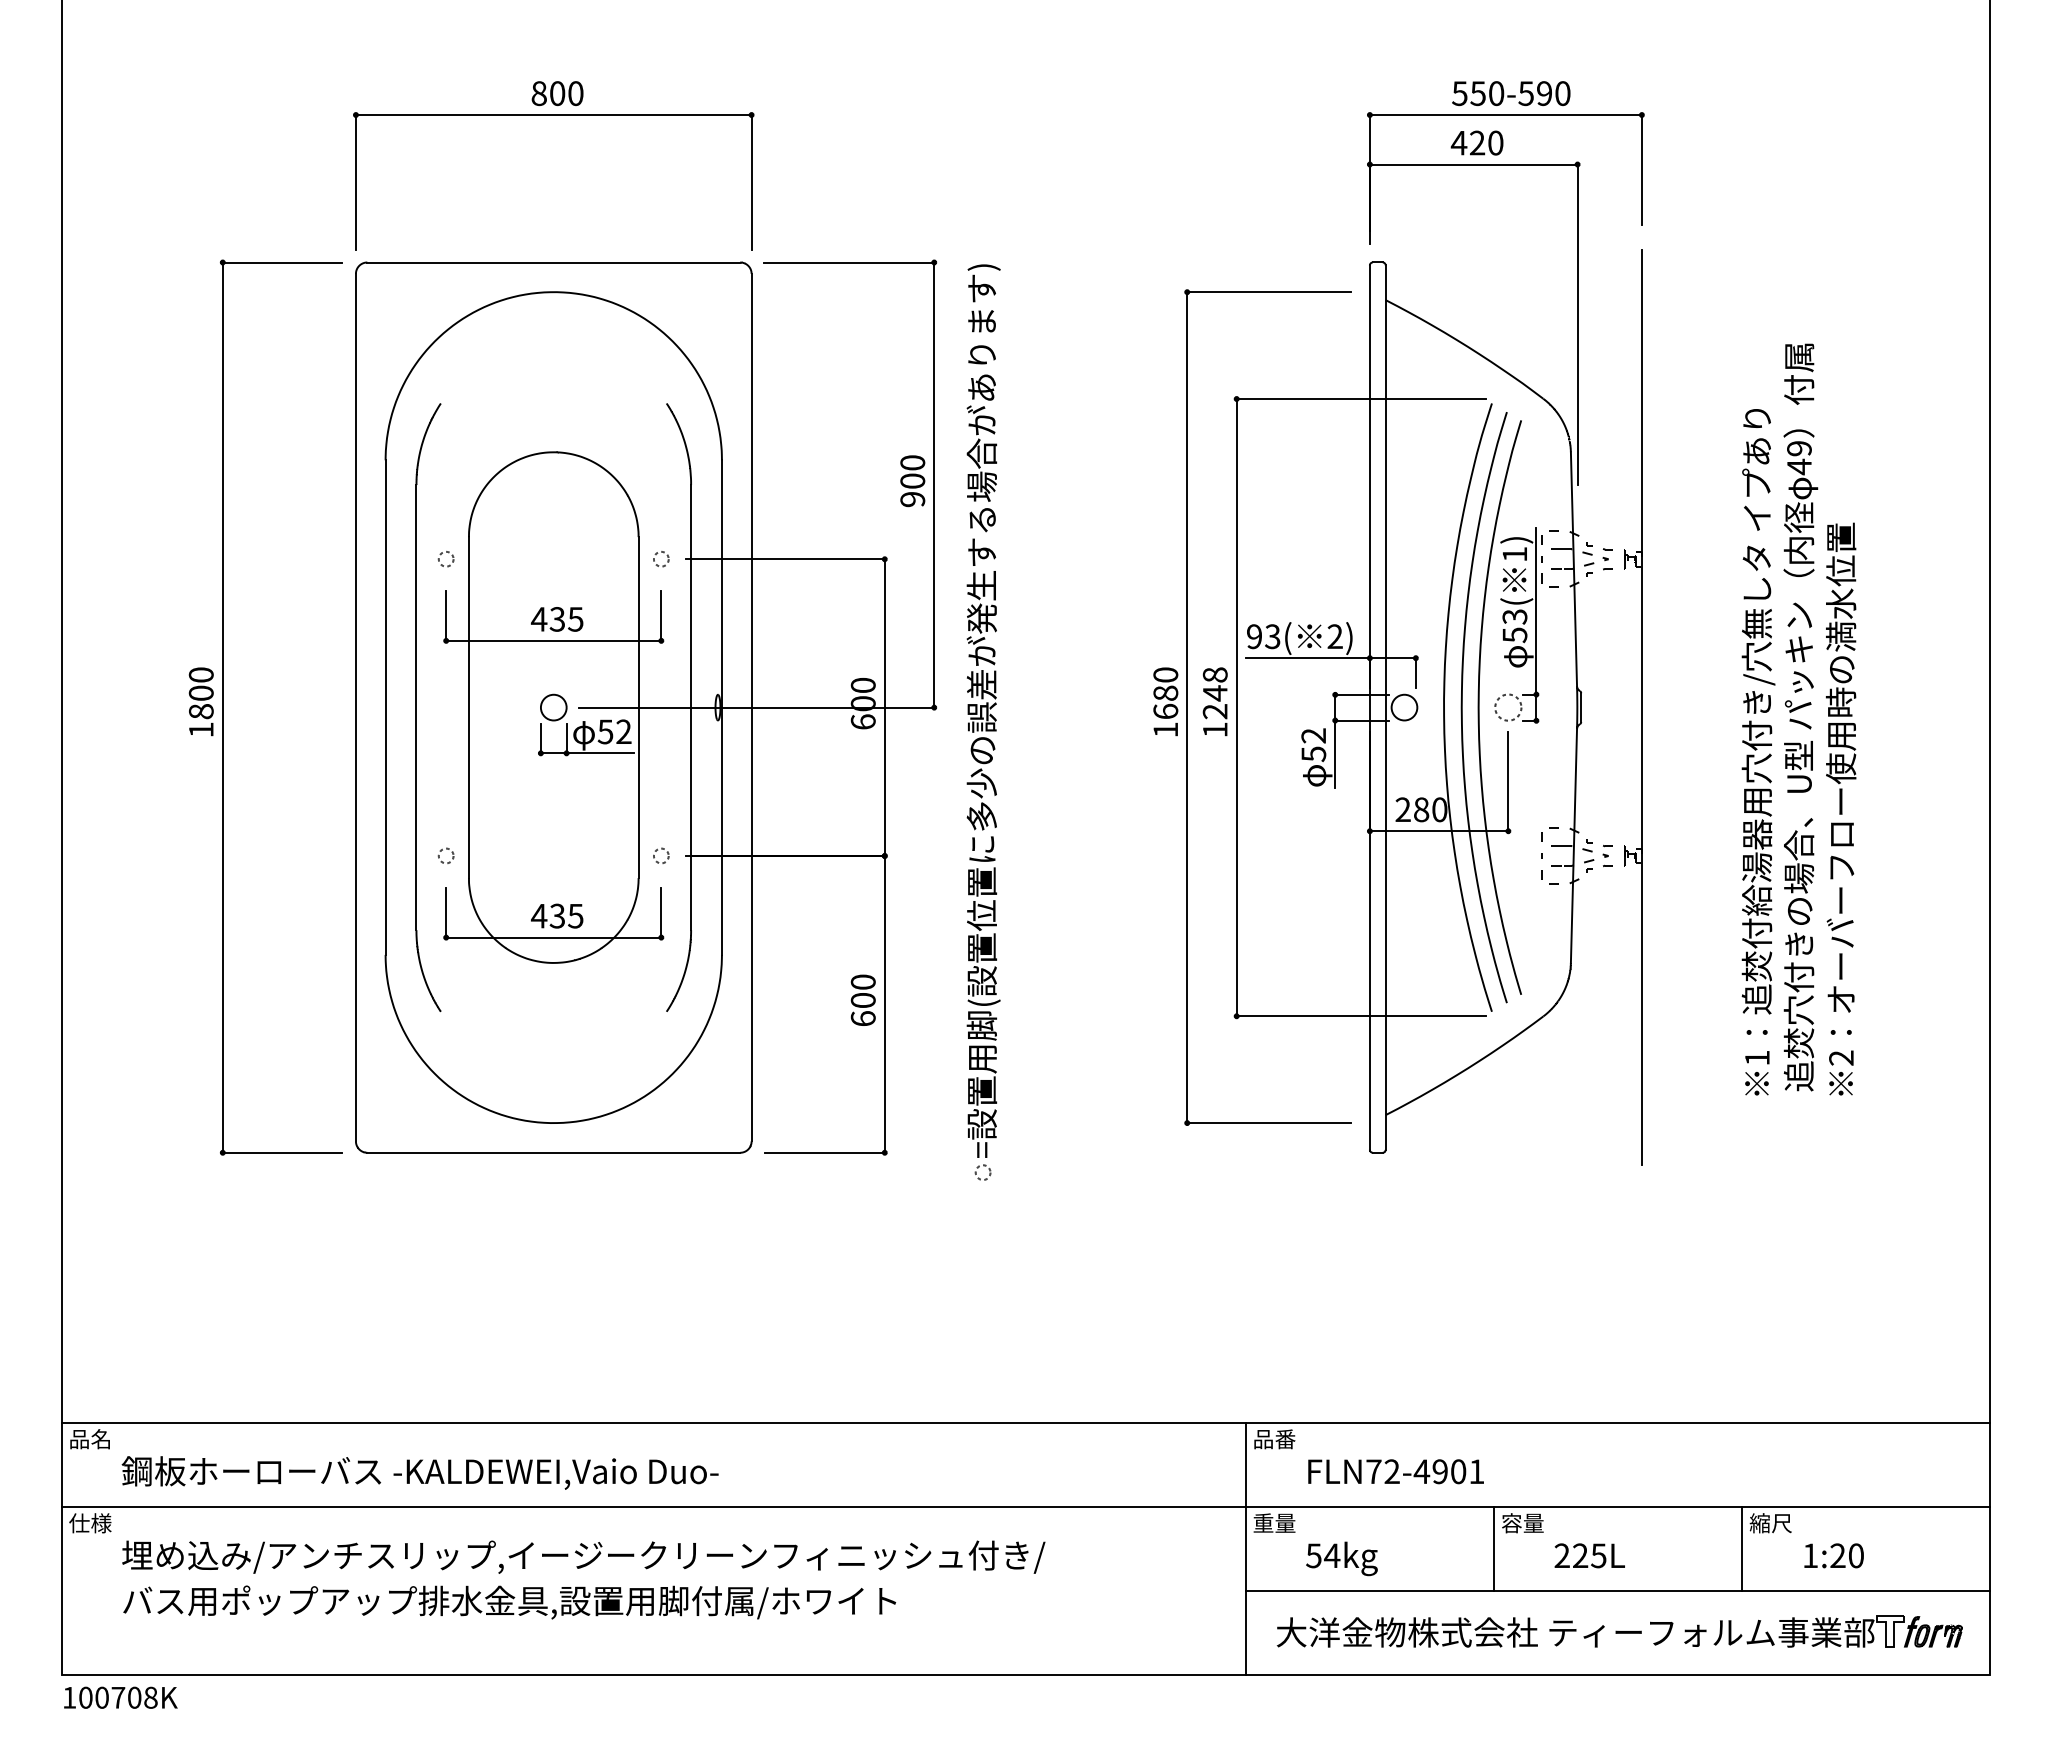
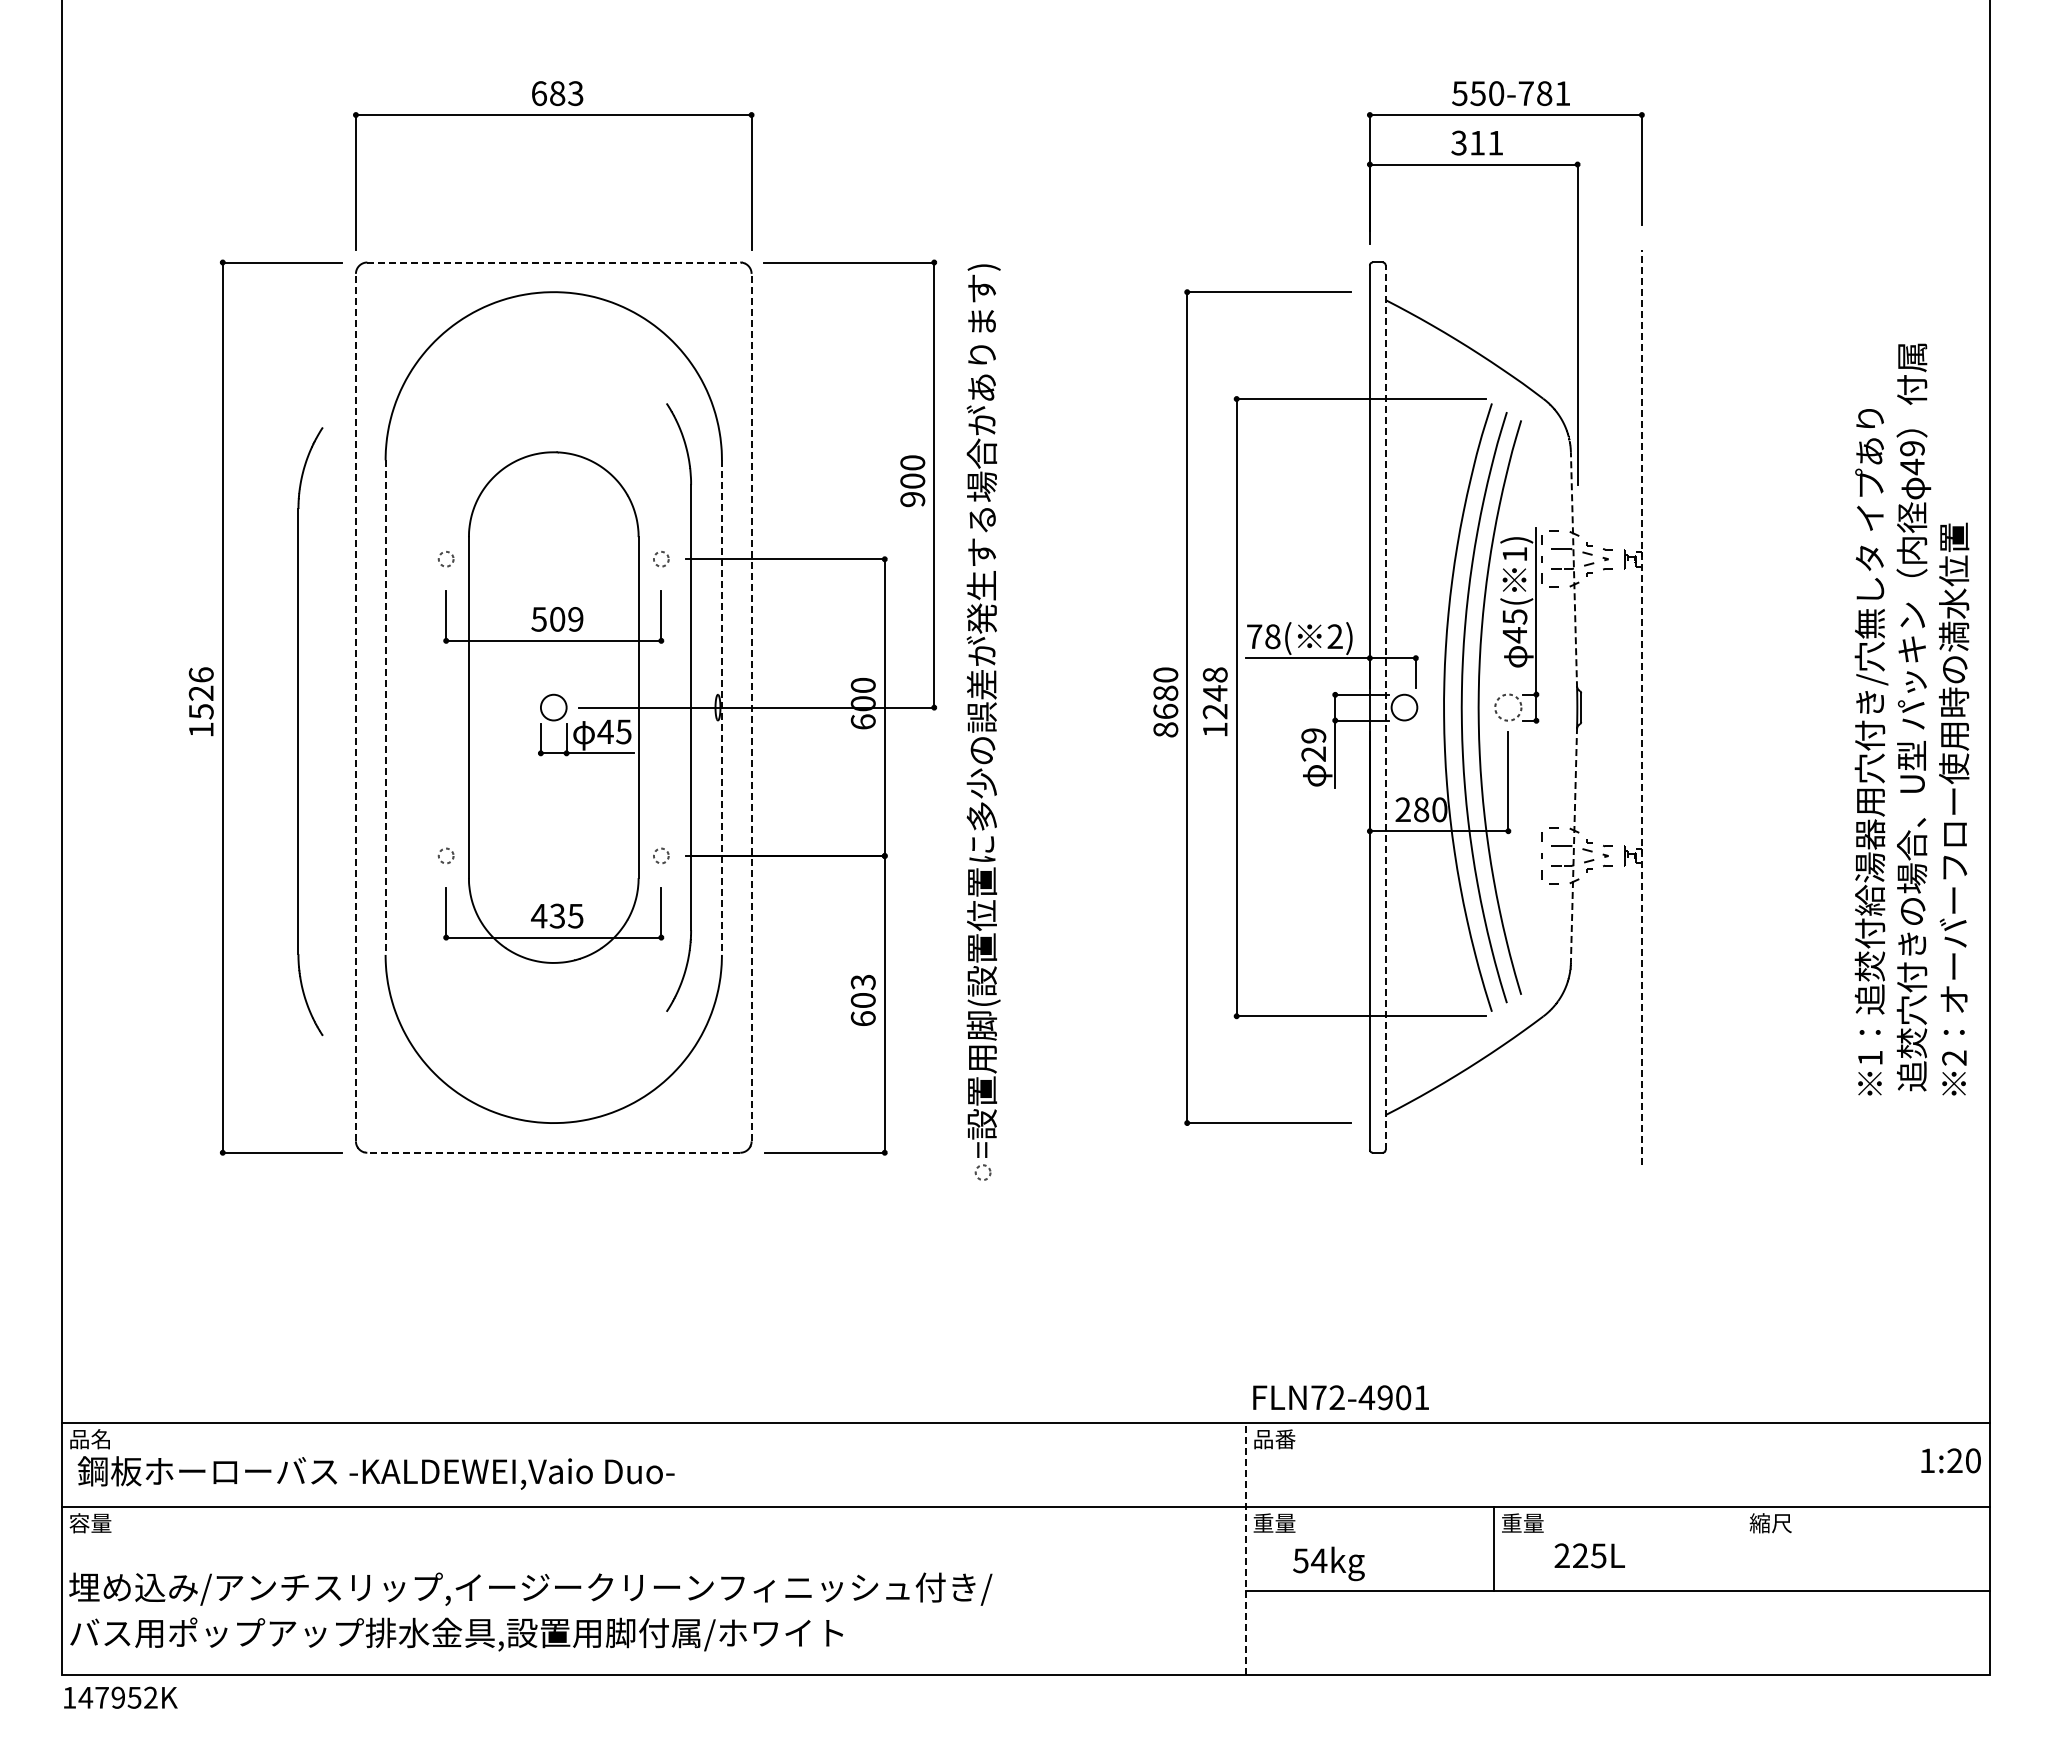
text at (557, 93): 800 -> 683
text at (1544, 93): 550-590 -> 550-781
text at (1476, 142): 420 -> 311
line at (554, 262): solid -> dashed
line at (1573, 570): solid -> dashed
text at (556, 619): 435 -> 509
text at (1514, 626): 53( -> 45(
text at (1263, 636): 93( -> 78(
text at (200, 693): 1800 -> 1526
line at (355, 707): solid -> dashed
part at (416, 707) position: (416, 707) -> (298, 731)
line at (751, 707): solid -> dashed
line at (1385, 707): solid -> dashed
line at (1641, 707): solid -> dashed
line at (385, 708): solid -> dashed
line at (721, 708): solid -> dashed
text at (1798, 719) position: (1798, 719) -> (1911, 719)
text at (1165, 729): 1680 -> 8680
text at (614, 731): 52 -> 45
text at (1313, 745): 52 -> 29
line at (1573, 844): solid -> dashed
text at (863, 982): 600 -> 603
line at (553, 1152): solid -> dashed
text at (1395, 1471) position: (1395, 1471) -> (1340, 1397)
text at (419, 1472) position: (419, 1472) -> (375, 1472)
text at (90, 1523): 仕様 -> 容量
text at (1511, 1523): 容量 -> 重量
line at (1245, 1548): solid -> dashed
line at (1742, 1549): present -> none
text at (1833, 1555) position: (1833, 1555) -> (1950, 1460)
text at (1341, 1558) position: (1341, 1558) -> (1328, 1563)
text at (583, 1579) position: (583, 1579) -> (530, 1611)
part at (1619, 1631): present -> none
text at (117, 1697): 100708K -> 147952K
